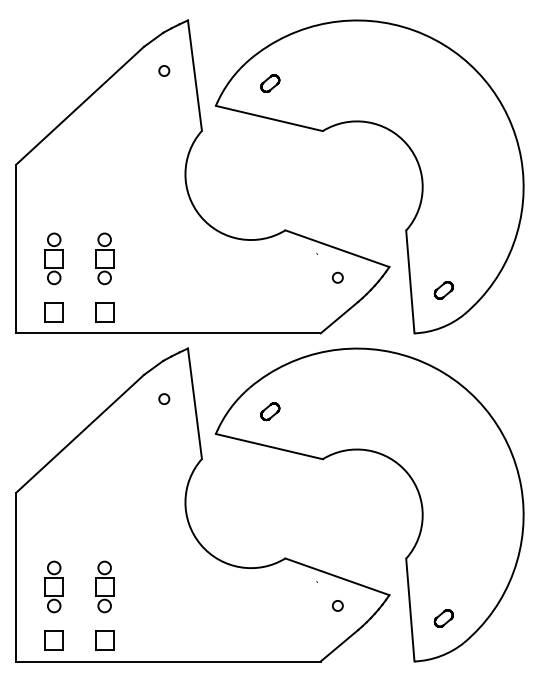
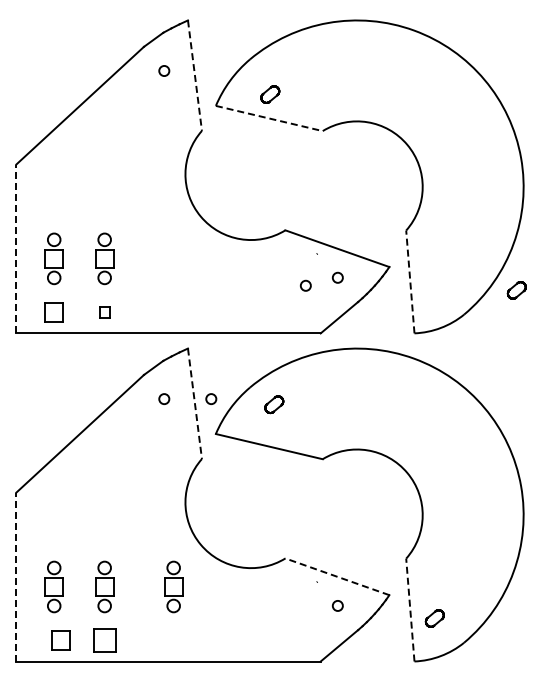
line at (194, 75): solid -> dashed
part at (270, 83) position: (270, 83) -> (270, 94)
line at (269, 118): solid -> dashed
line at (16, 248): solid -> dashed
line at (410, 281): solid -> dashed
circle at (305, 285): none -> present
part at (443, 290) position: (443, 290) -> (516, 290)
part at (104, 312) size: 20x21 px -> 12x13 px
circle at (211, 398): none -> present
line at (194, 403): solid -> dashed
part at (270, 411) position: (270, 411) -> (274, 404)
line at (16, 576): solid -> dashed
line at (336, 576): solid -> dashed
part at (173, 586): none -> present
line at (410, 610): solid -> dashed
part at (443, 618) position: (443, 618) -> (434, 618)
part at (53, 640) position: (53, 640) -> (60, 640)
part at (104, 640) size: 20x21 px -> 24x25 px
